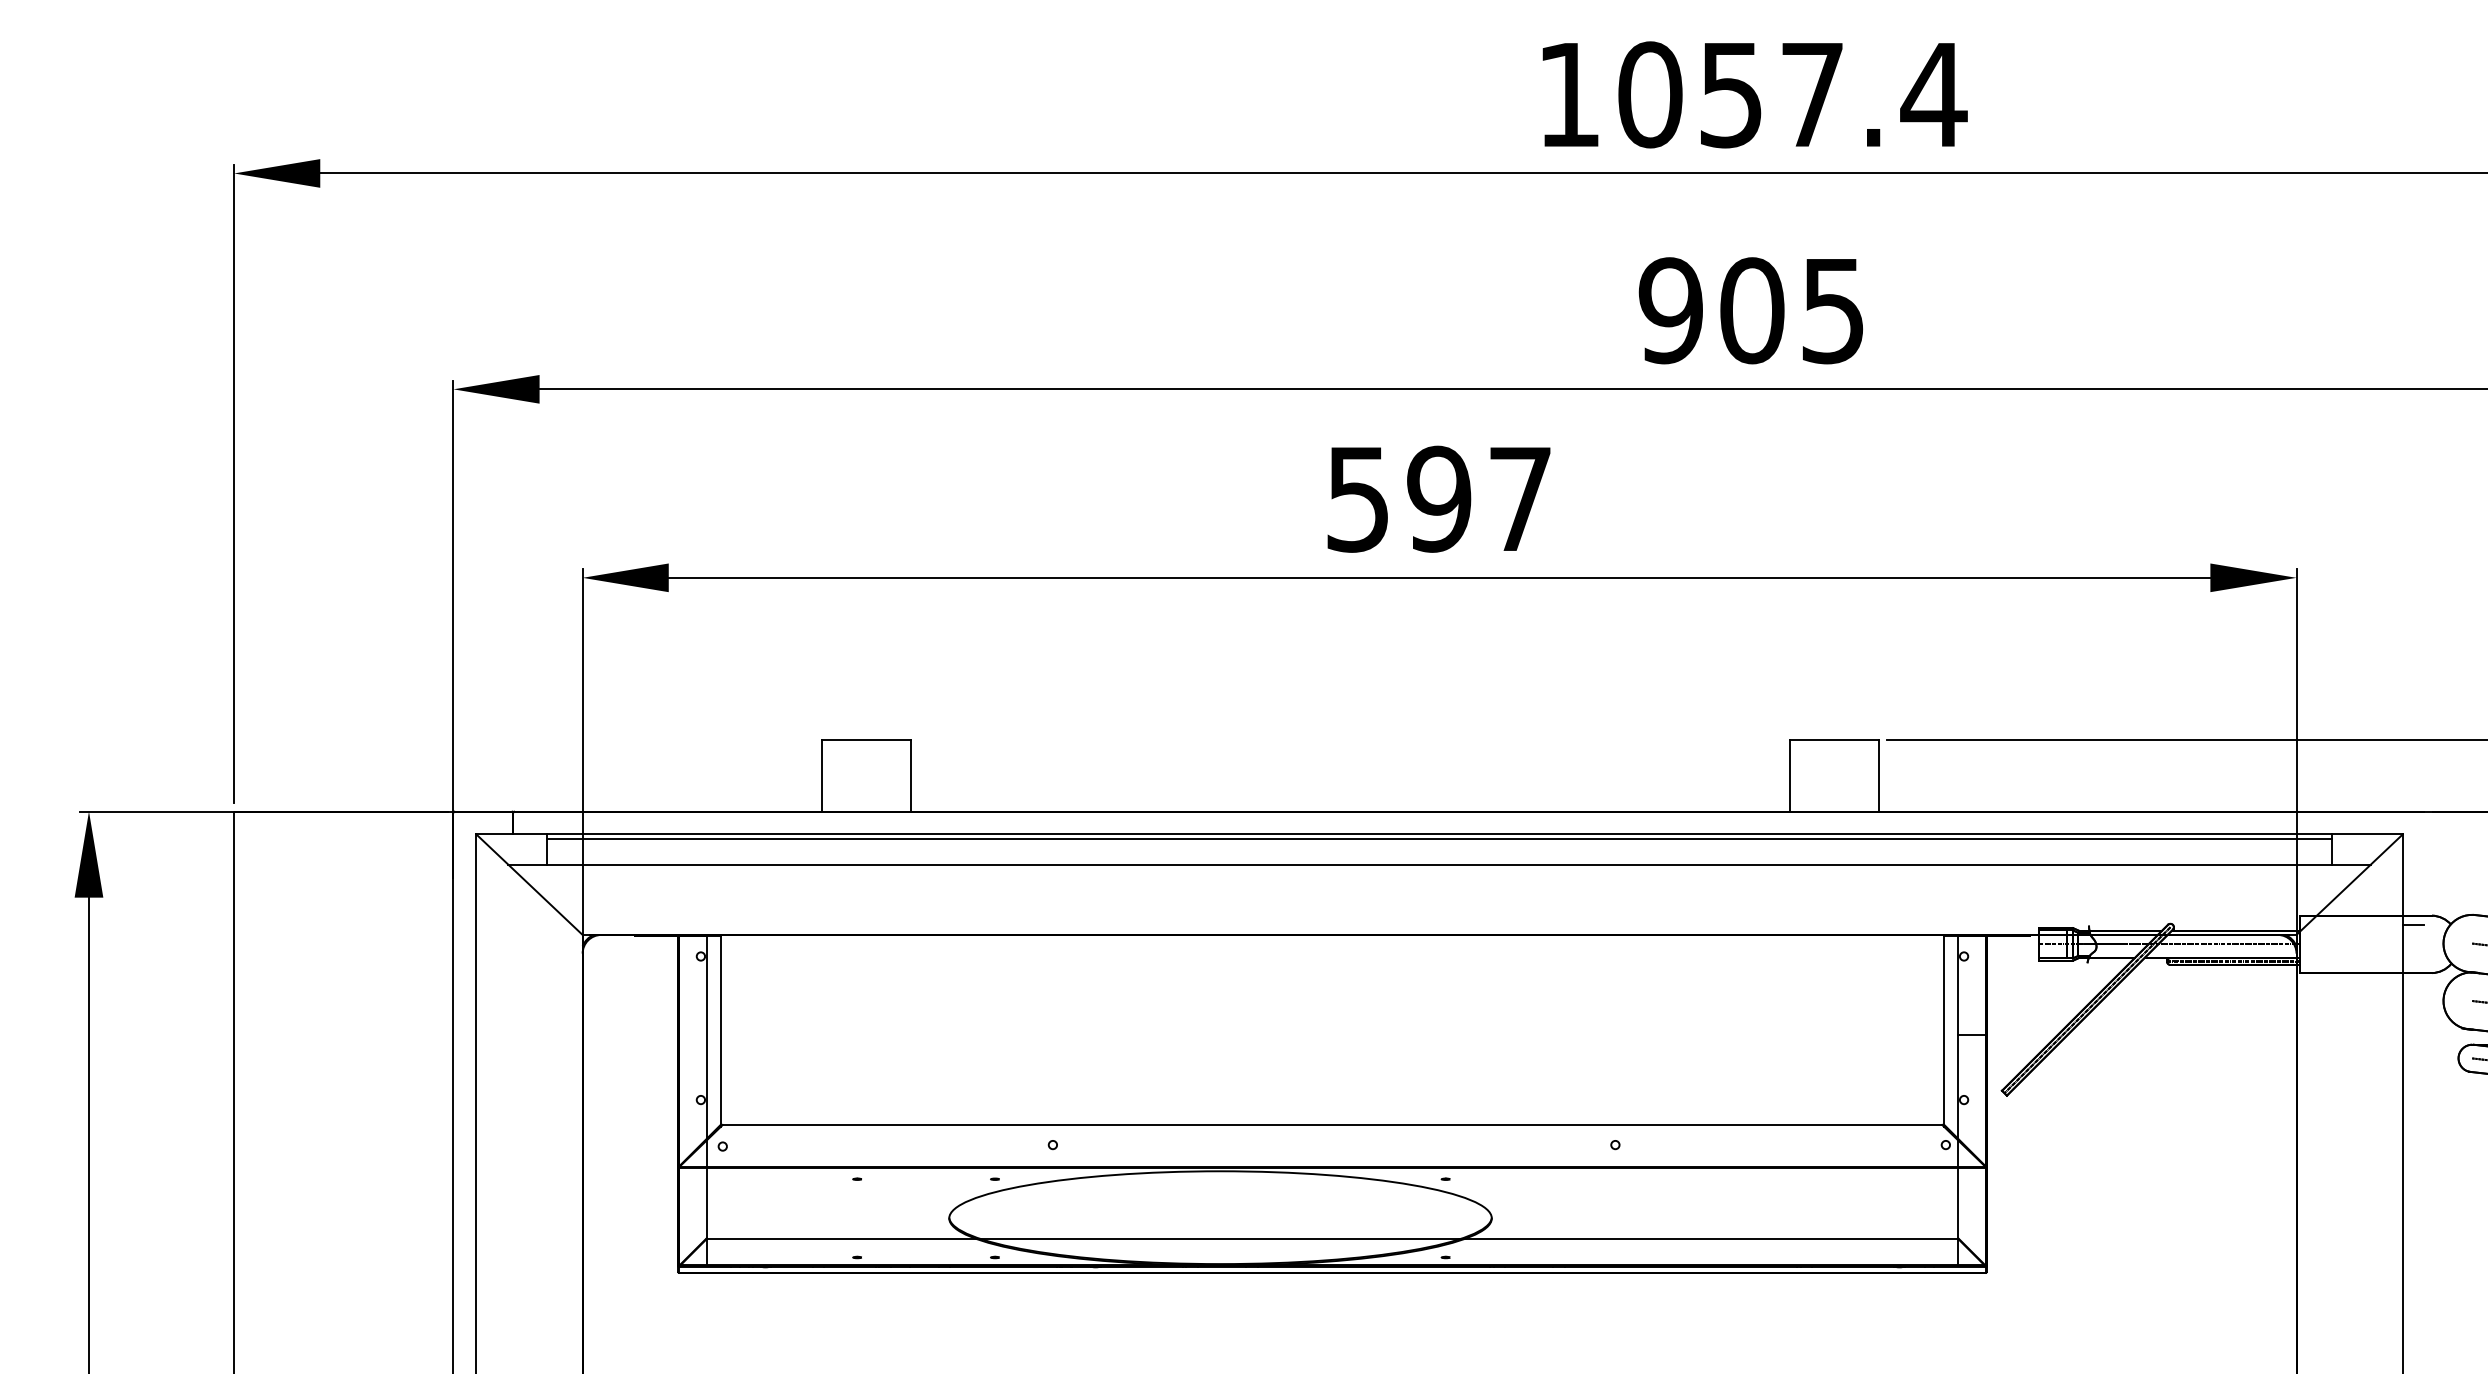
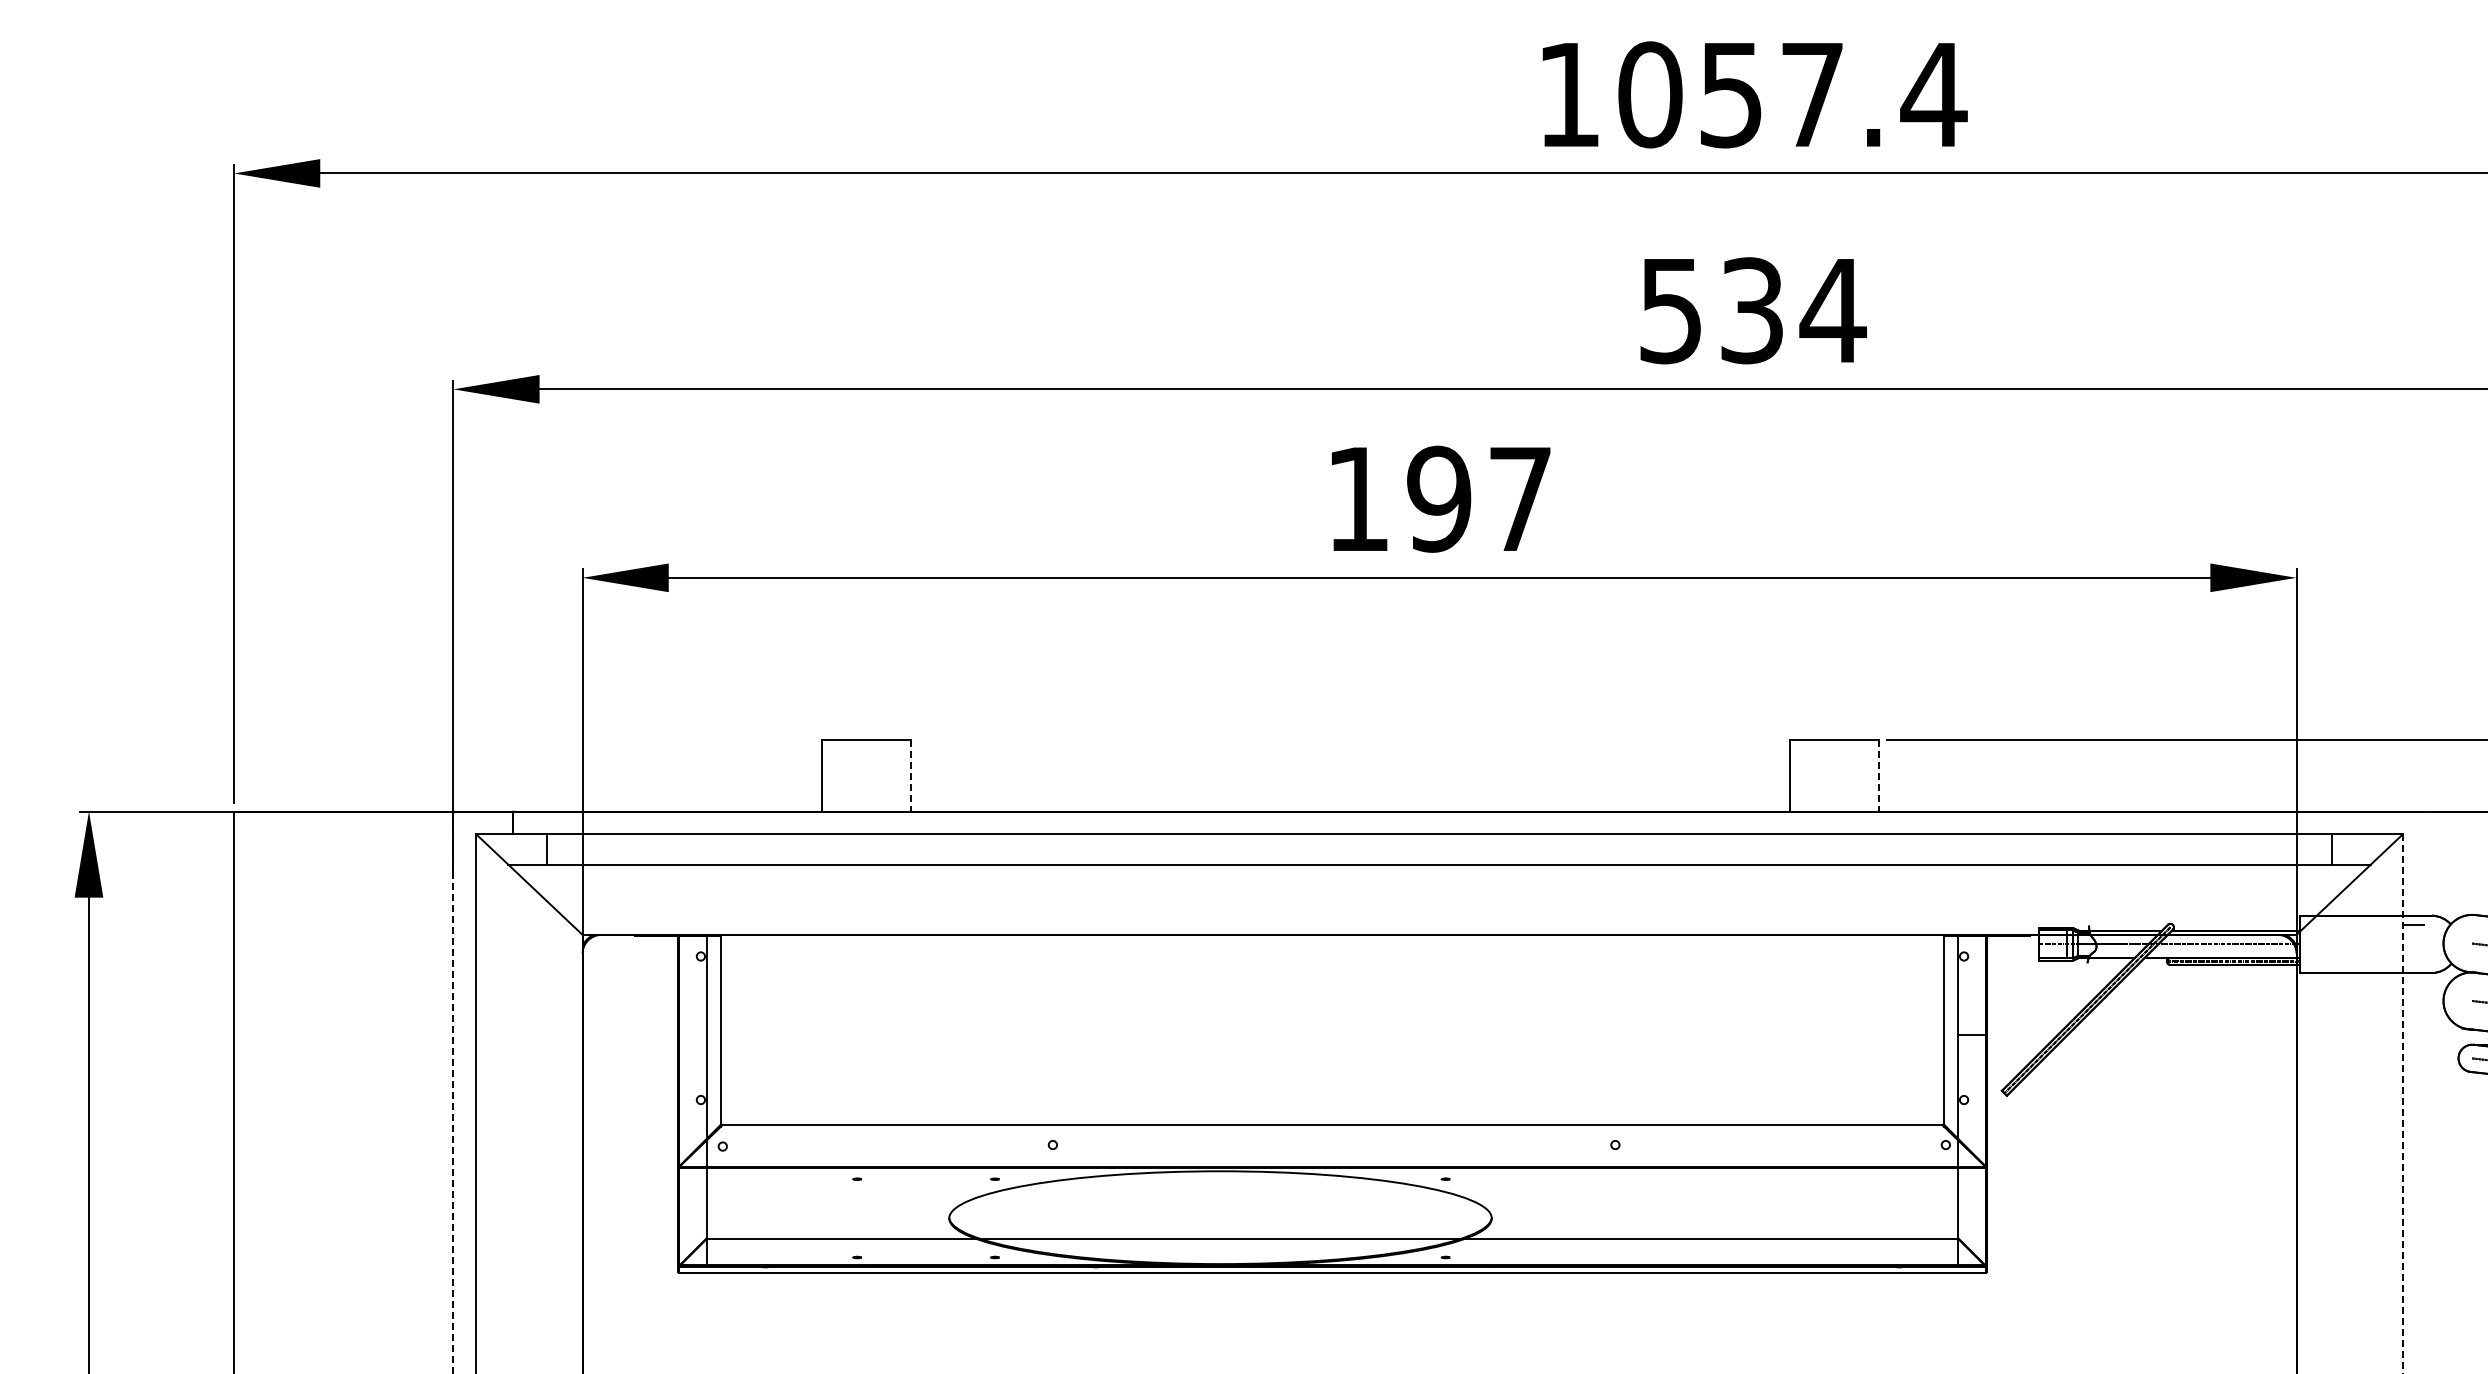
text at (1752, 310): 905 -> 534
text at (1357, 499): 597 -> 197
line at (911, 775): solid -> dashed
line at (1878, 775): solid -> dashed
line at (1439, 838): present -> none
line at (453, 1093): solid -> dashed
line at (2402, 1104): solid -> dashed
